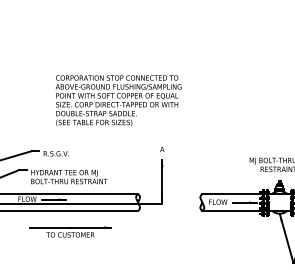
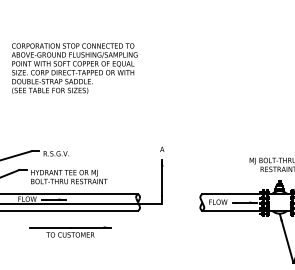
text at (118, 100) position: (118, 100) -> (74, 68)
